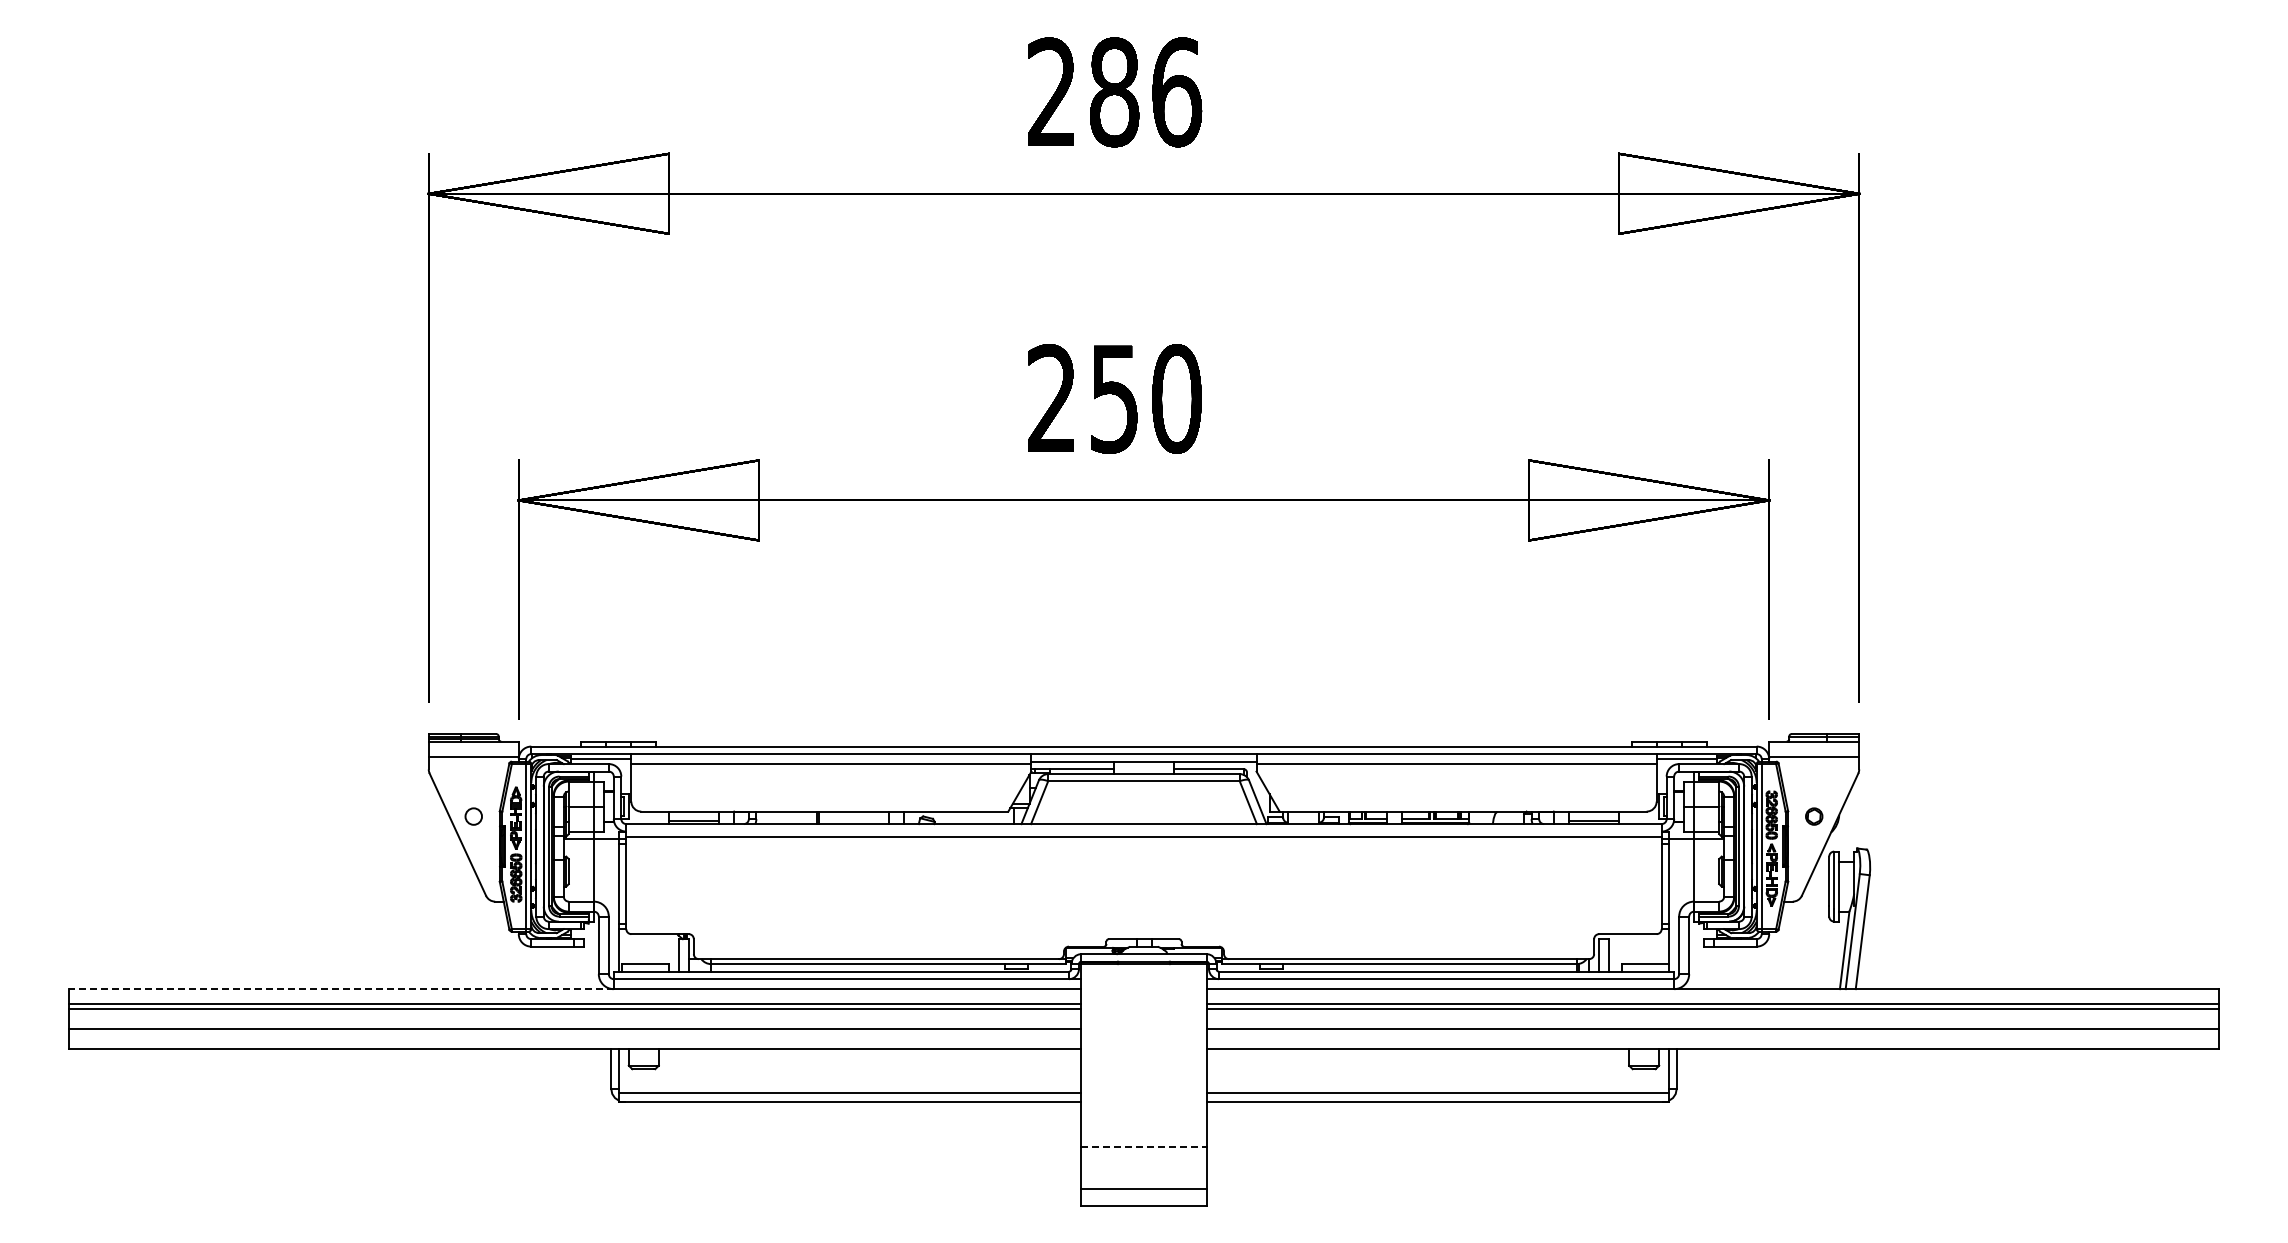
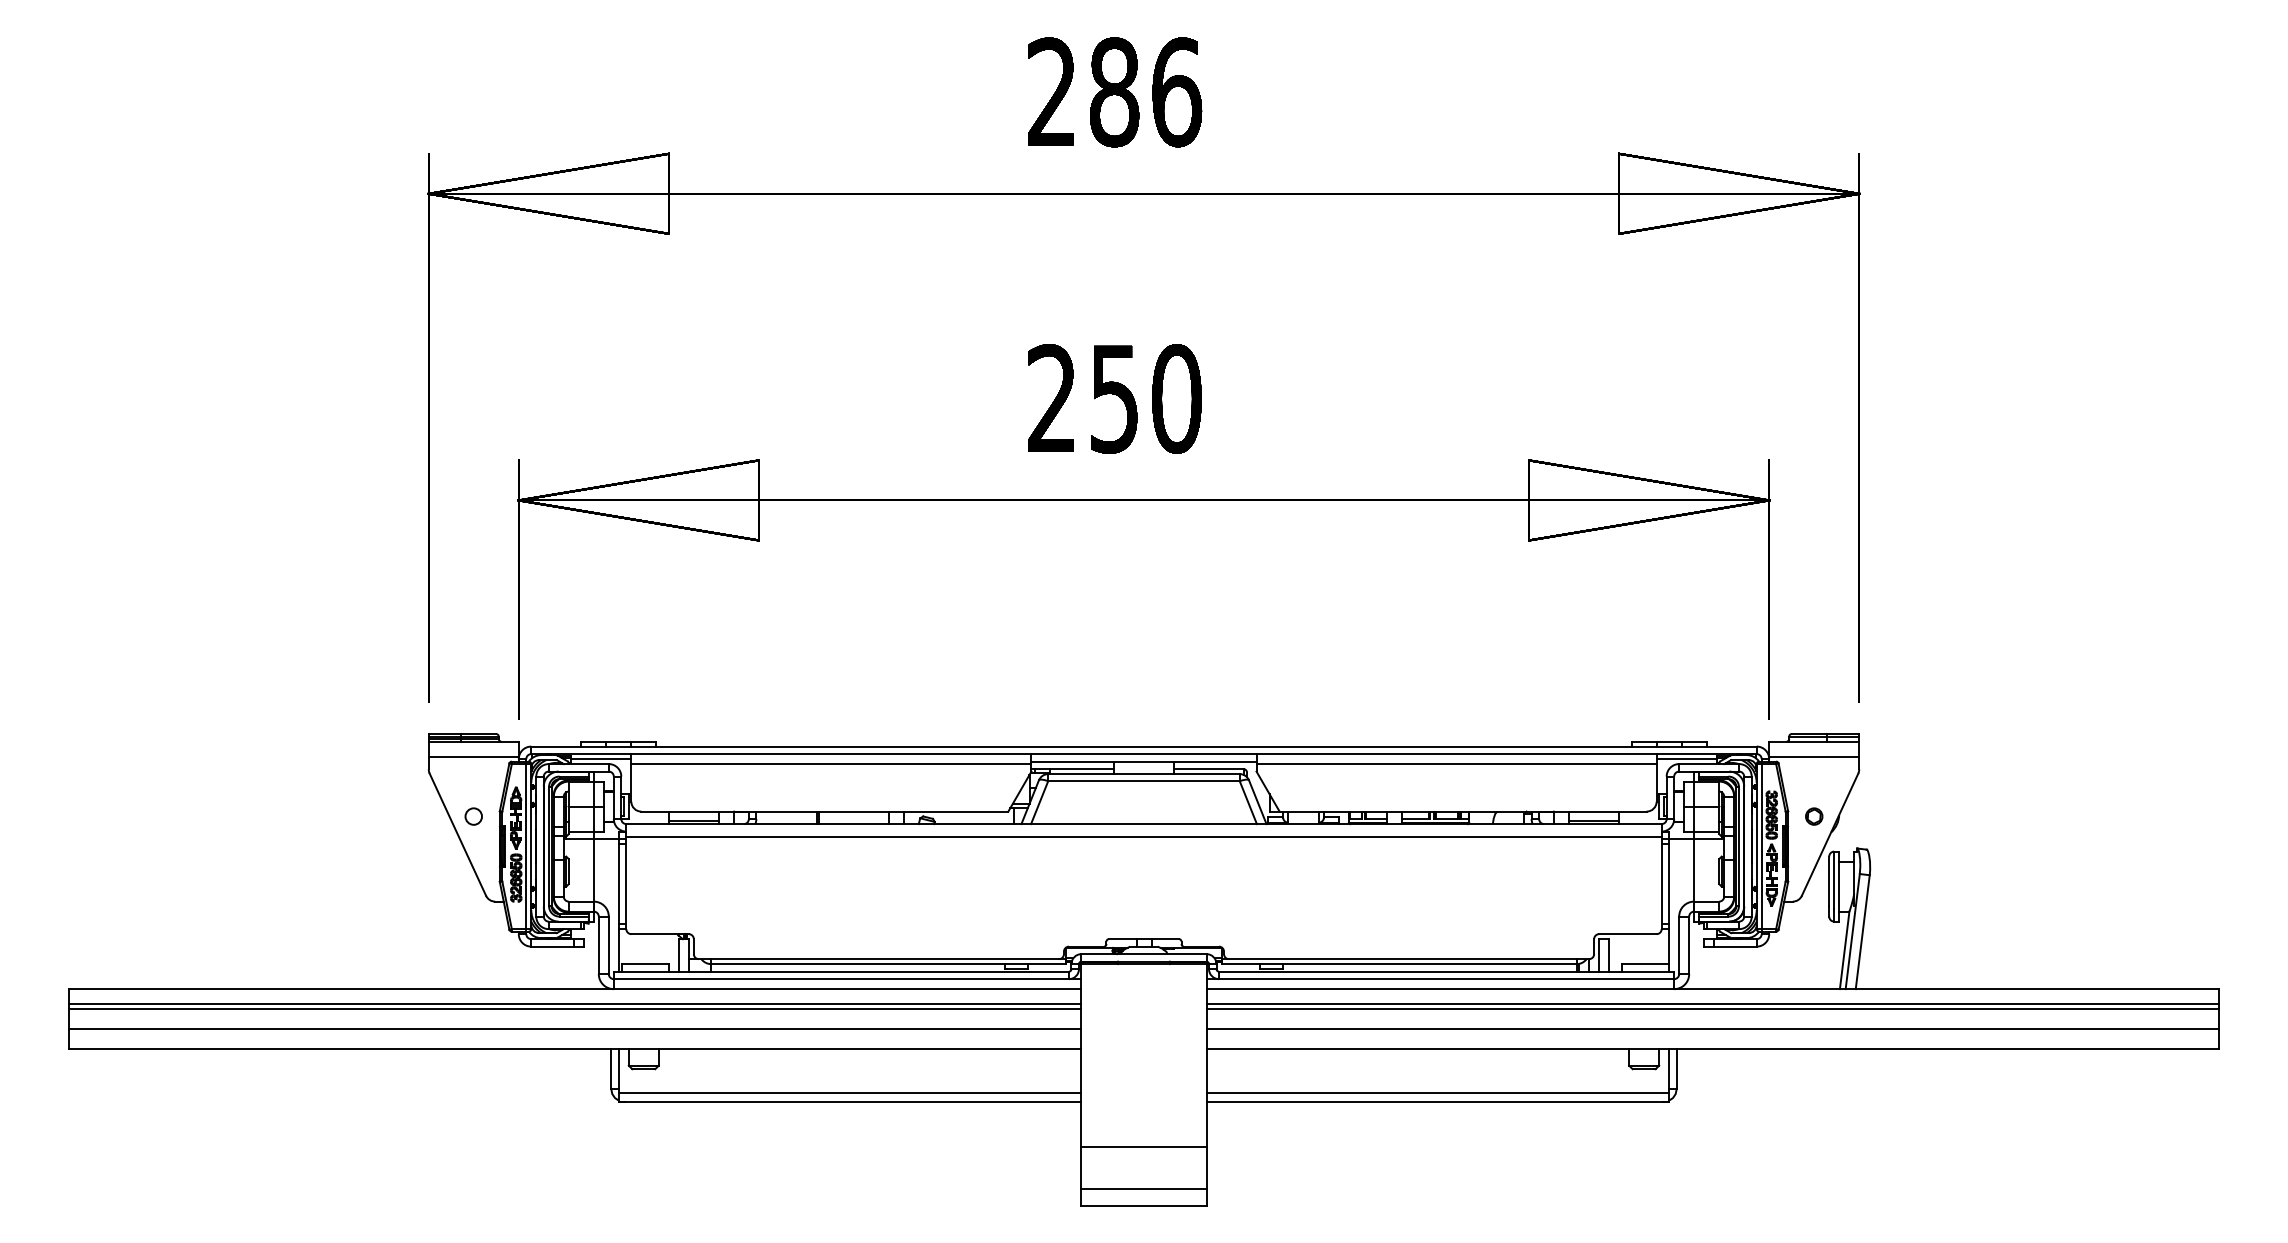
line at (341, 989): dashed -> solid
line at (1144, 1146): dashed -> solid
